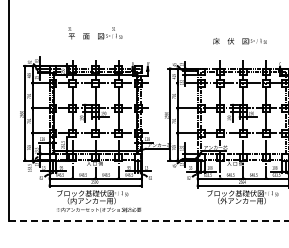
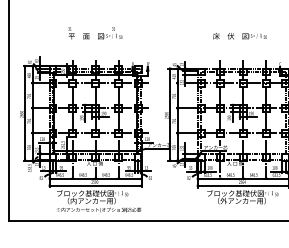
text at (239, 41) position: (239, 41) -> (239, 36)
line at (148, 220): dashed -> solid
